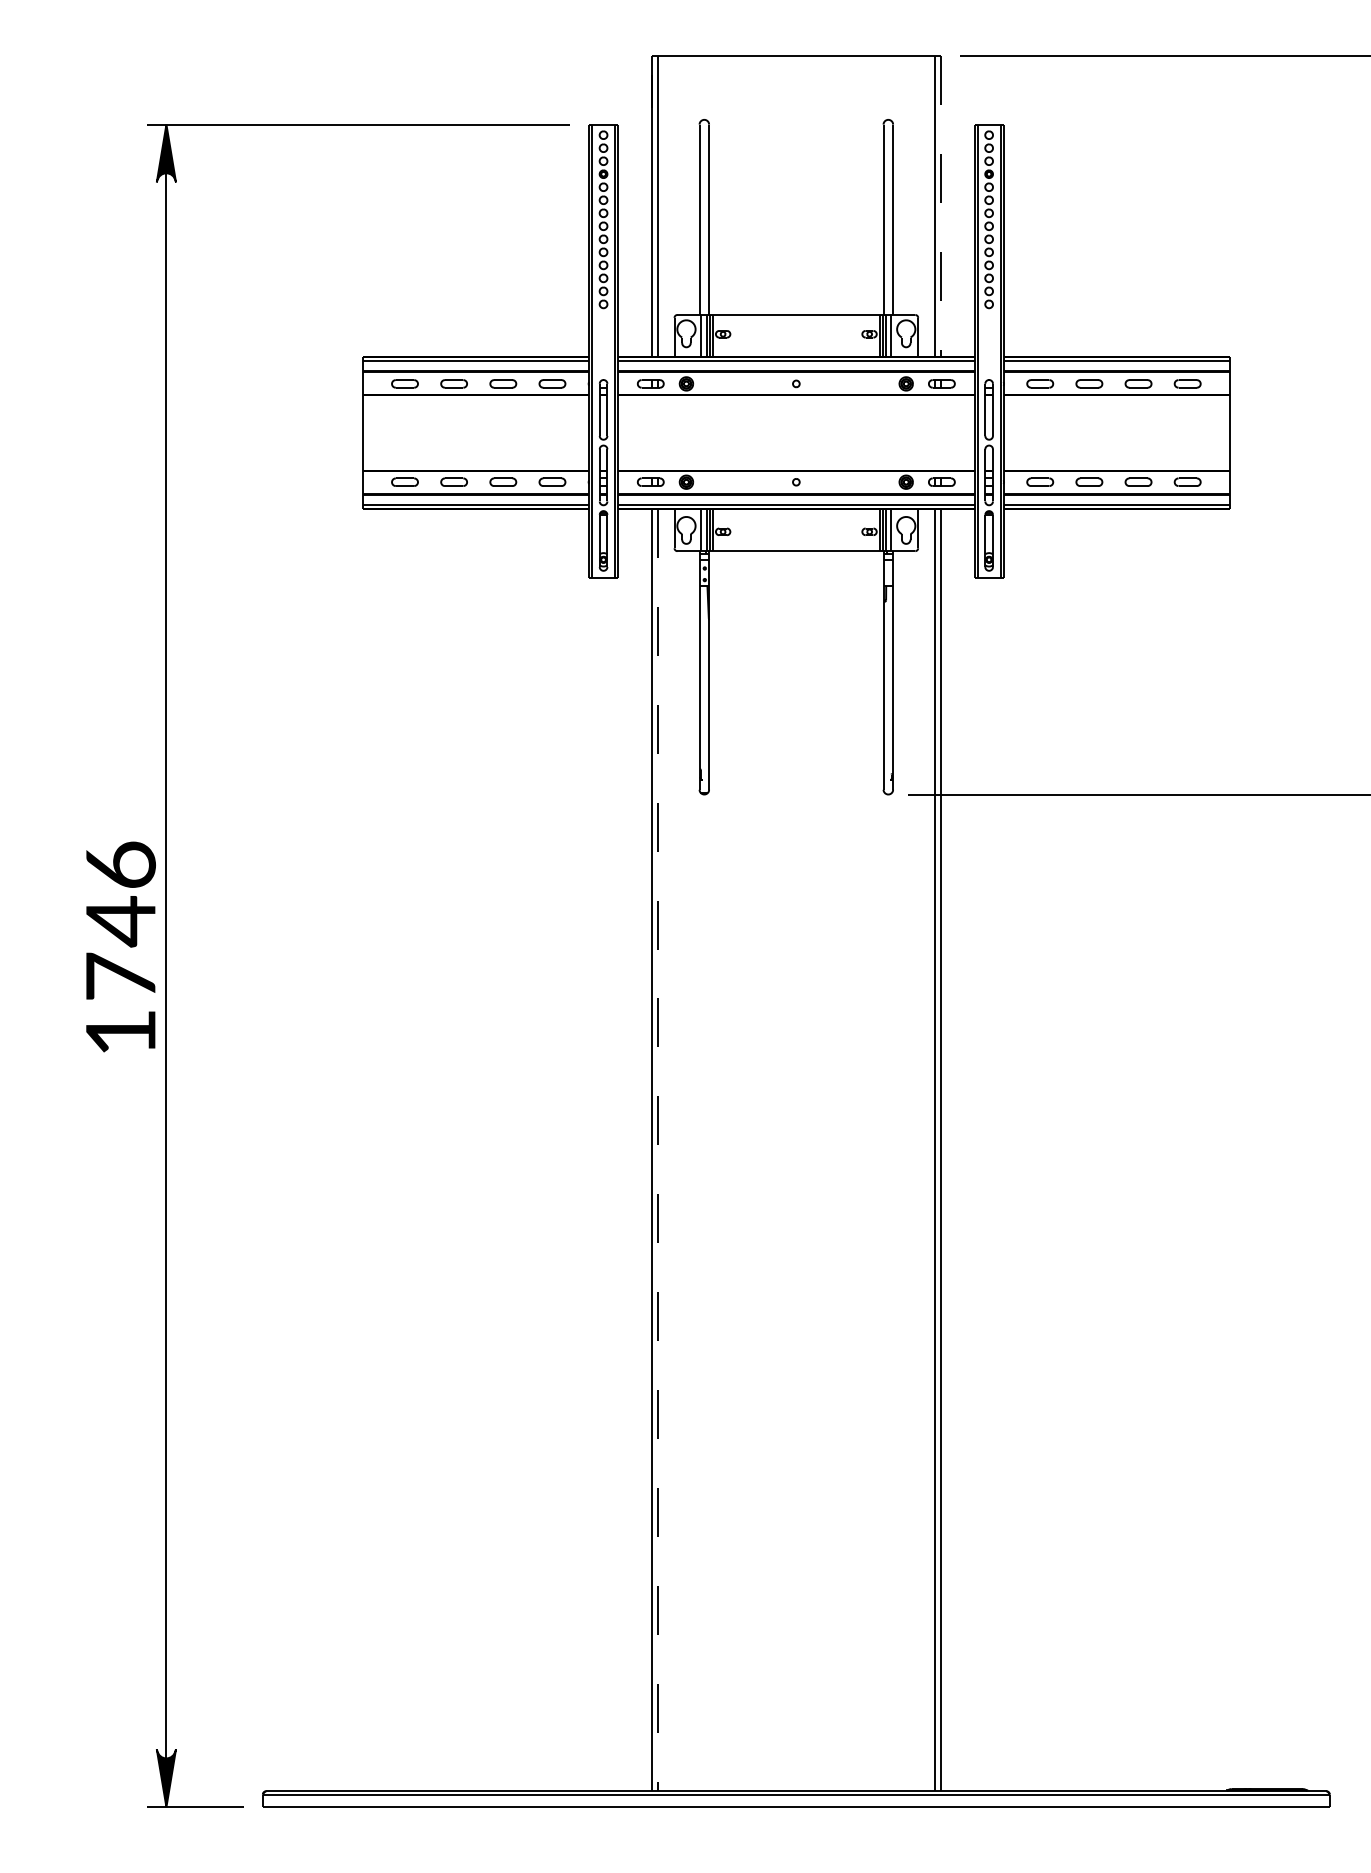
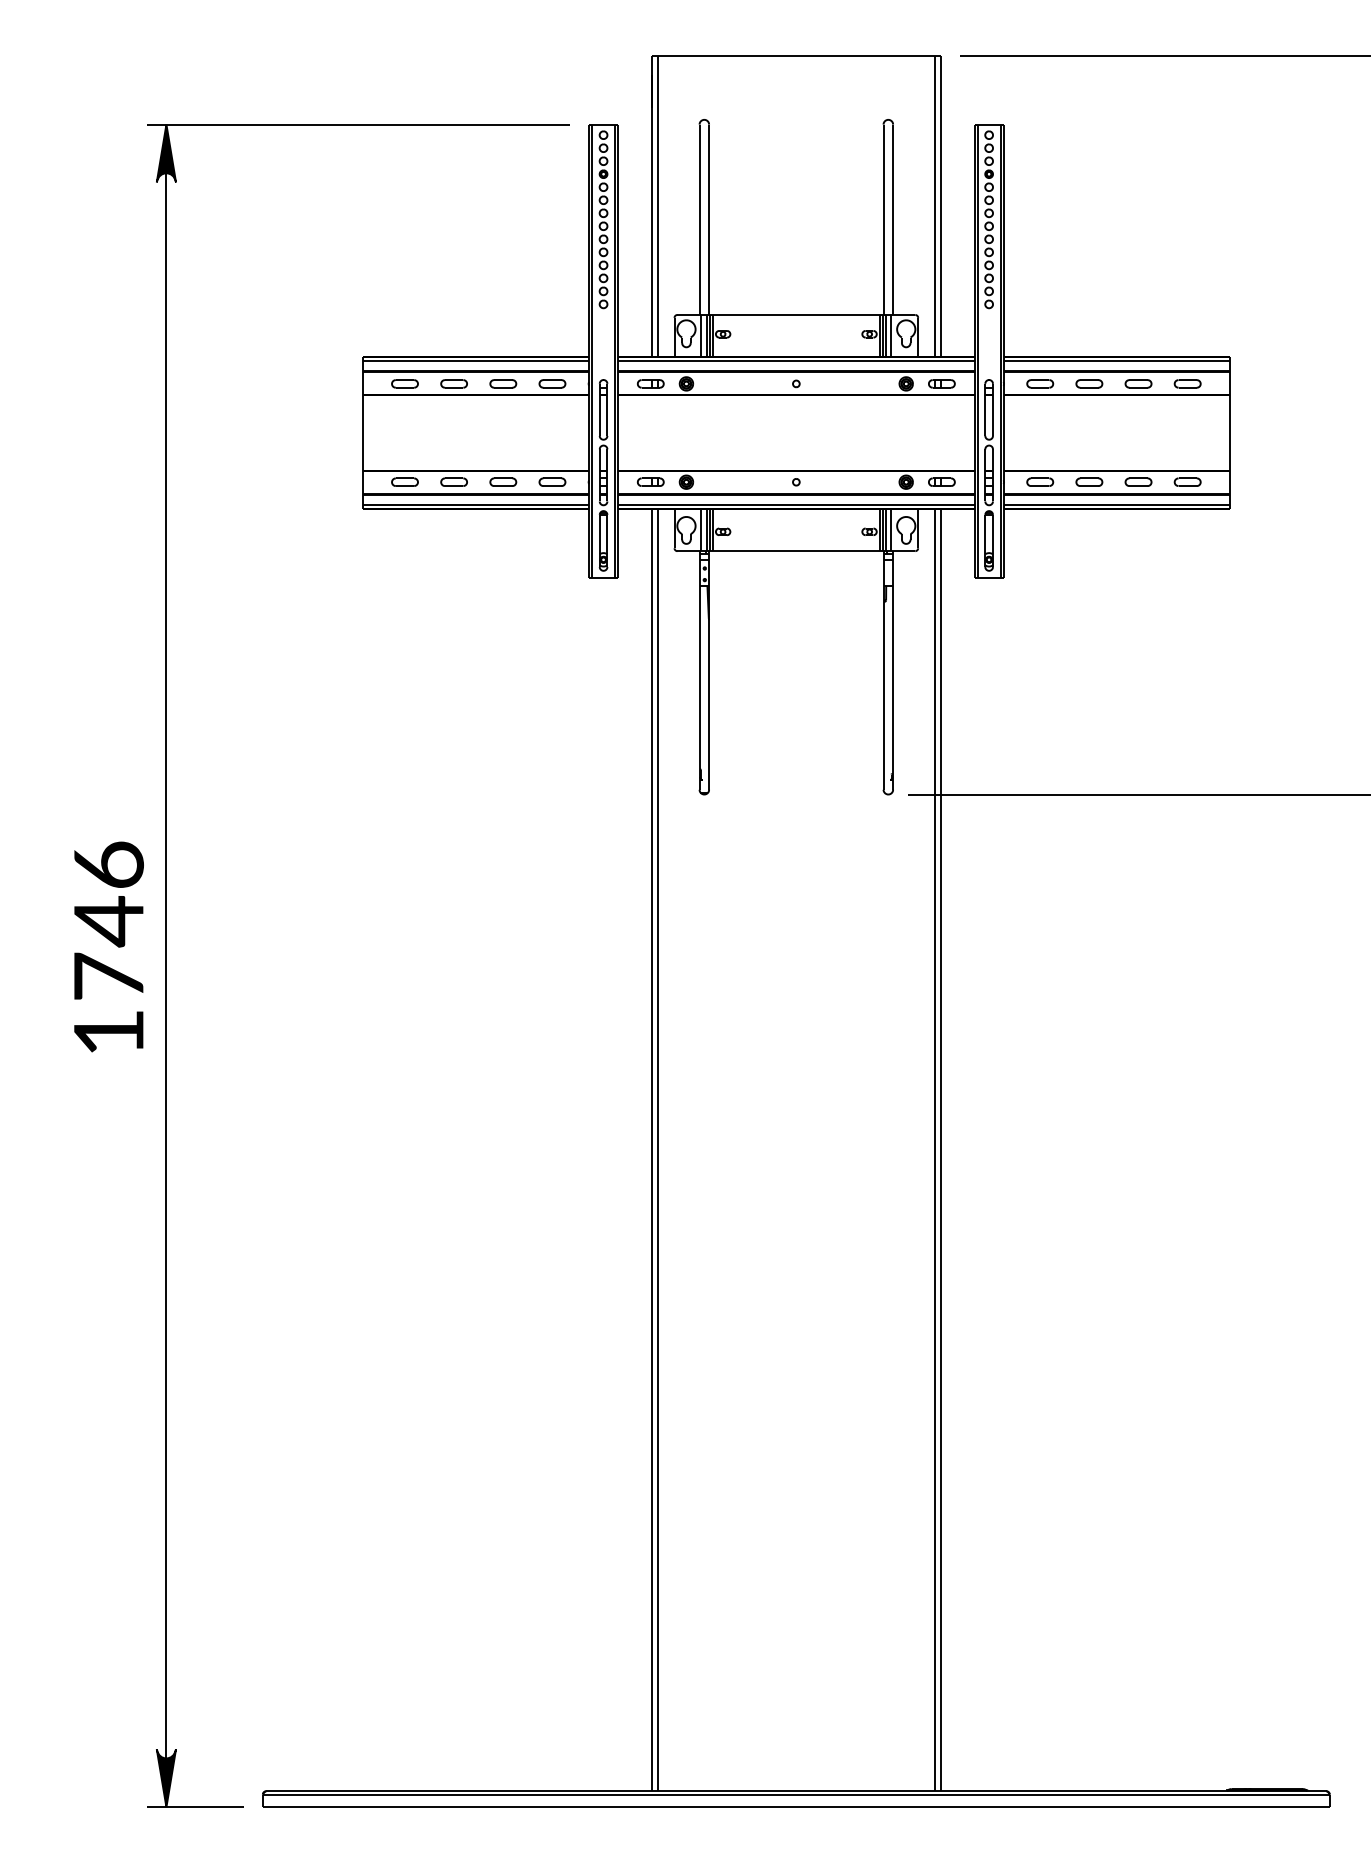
line at (940, 206): dashed -> solid
text at (120, 946) position: (120, 946) -> (108, 946)
line at (657, 1150): dashed -> solid
